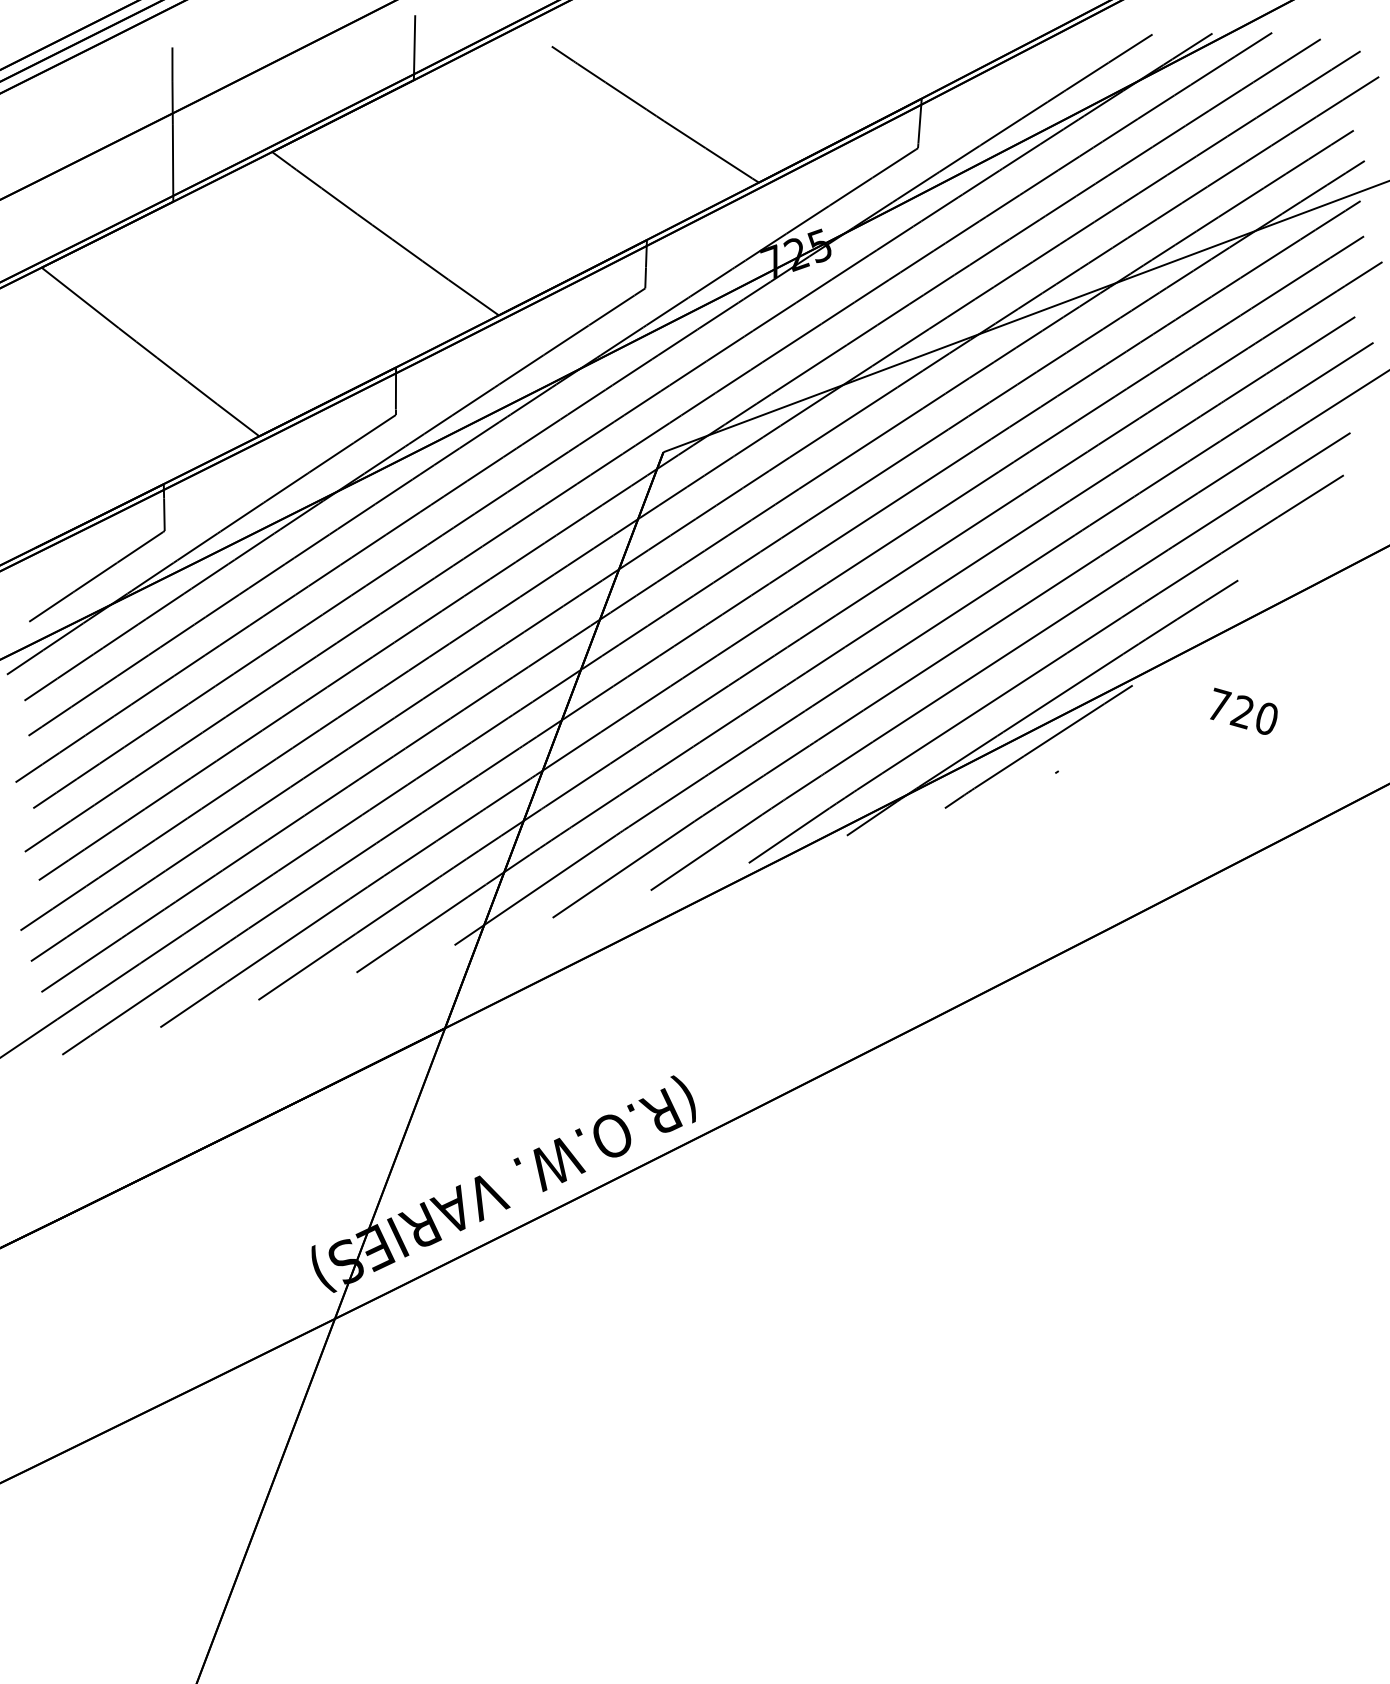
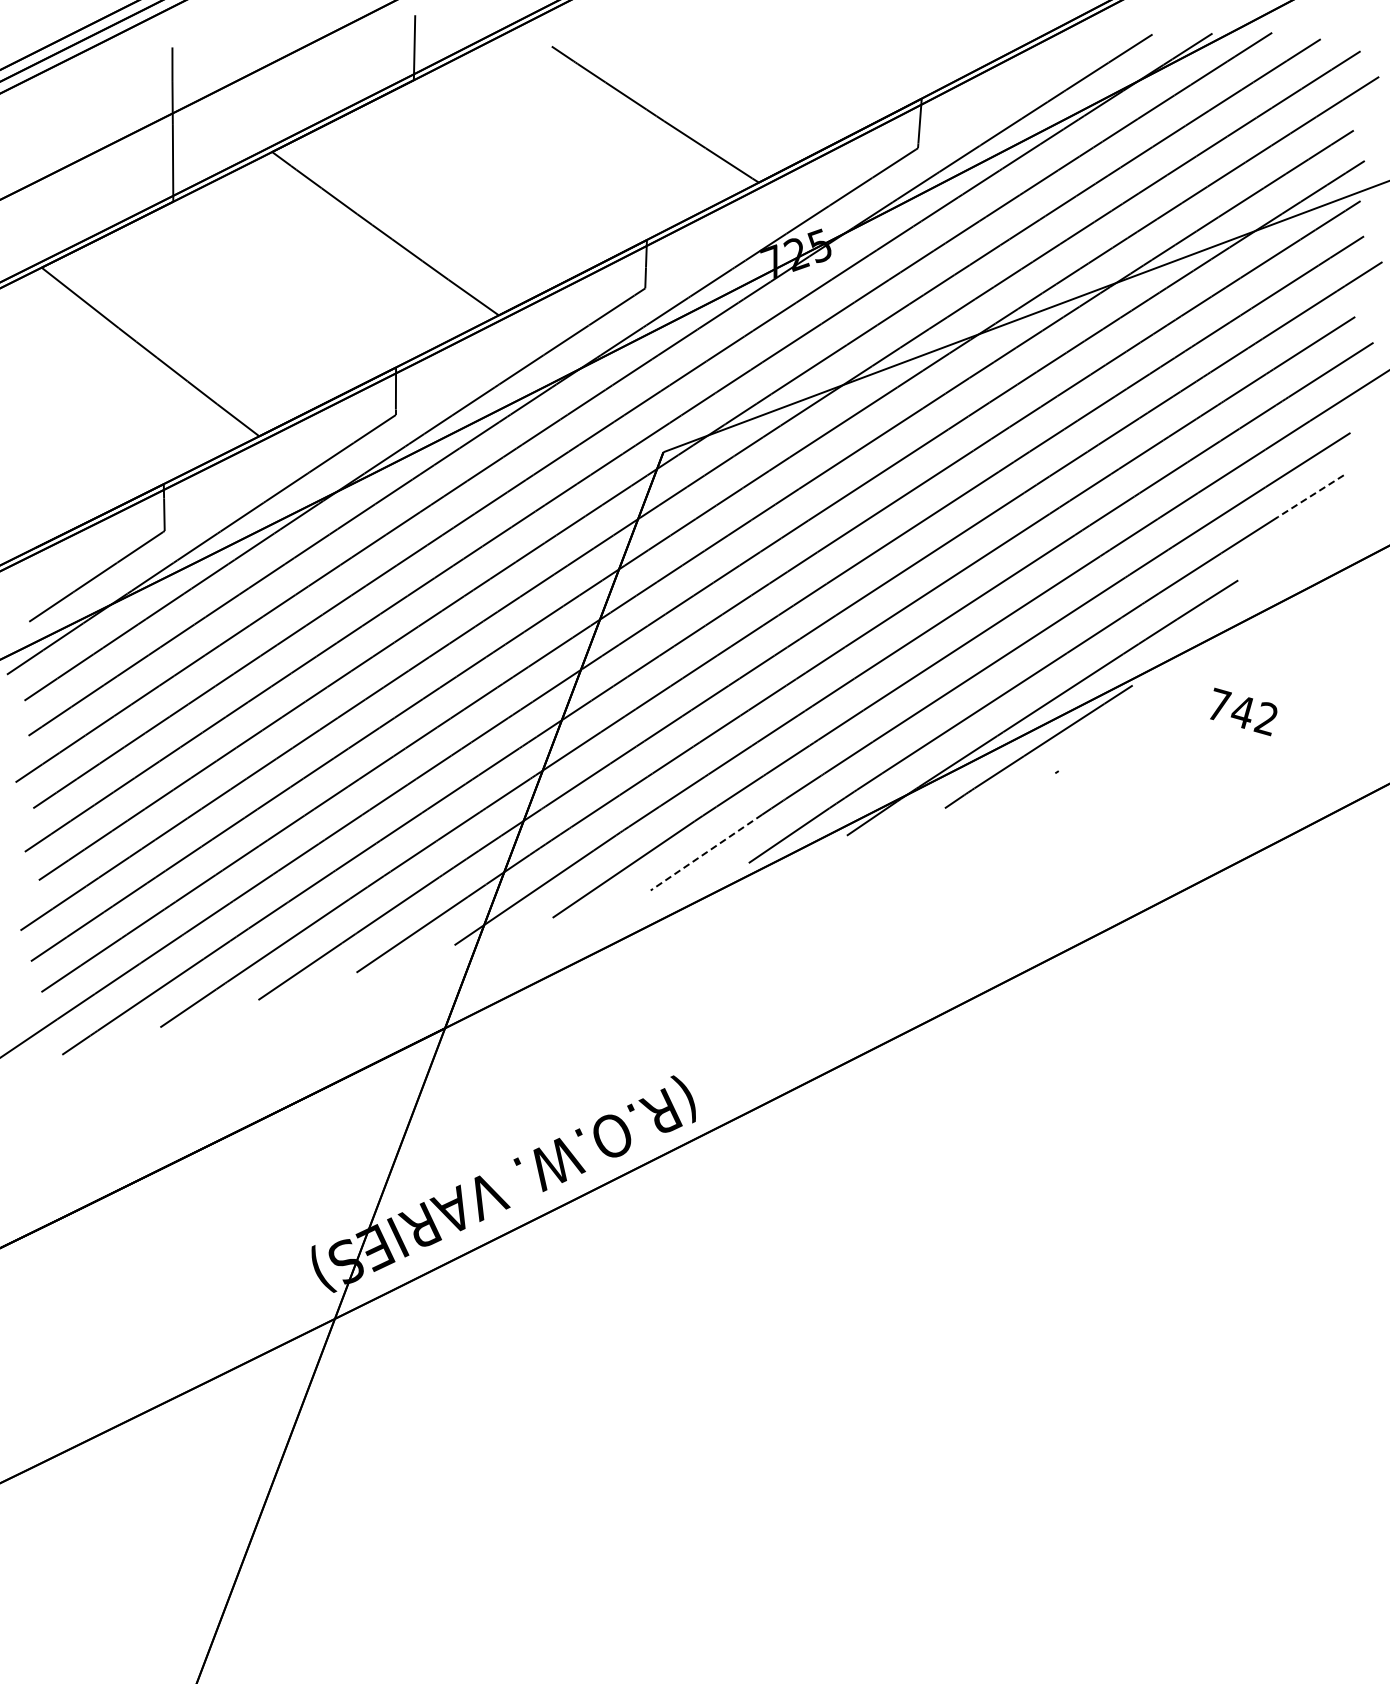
line at (1310, 496): solid -> dashed
text at (1253, 715): 720 -> 742
line at (706, 852): solid -> dashed
